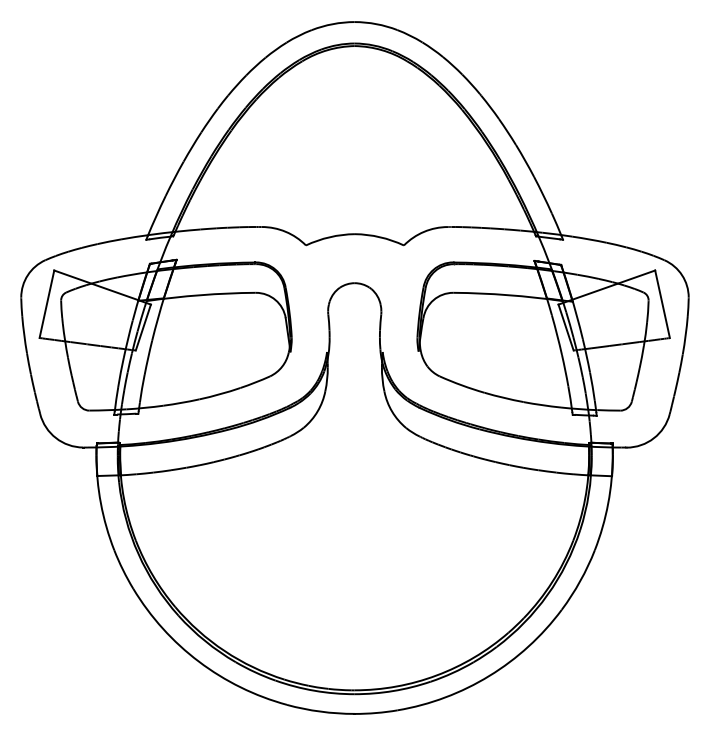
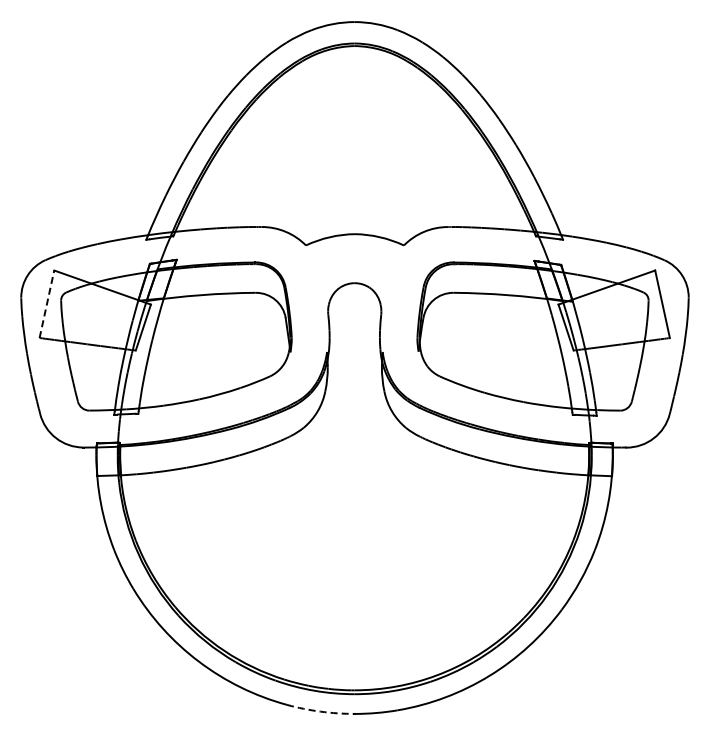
line at (46, 304): solid -> dashed
arc at (320, 711): solid -> dashed
